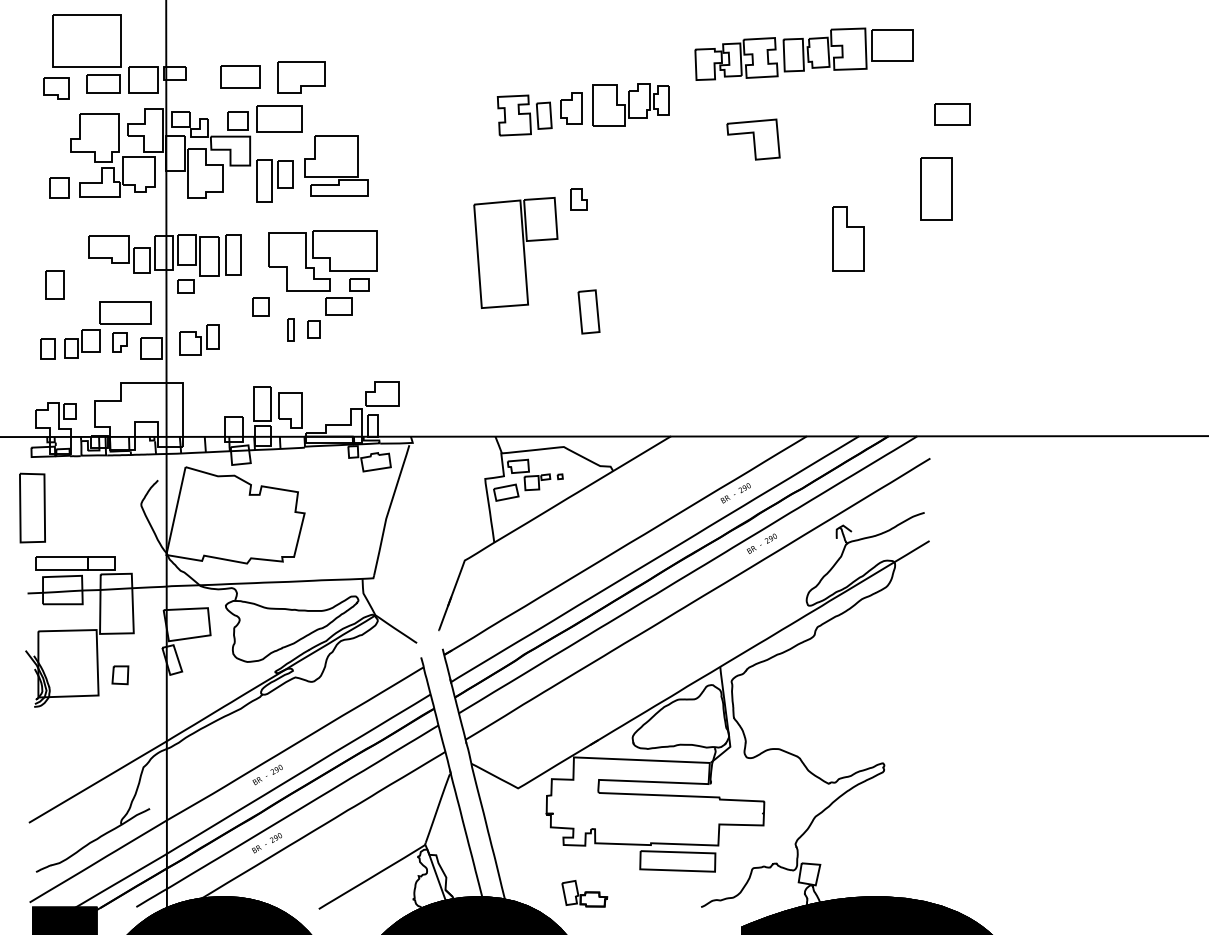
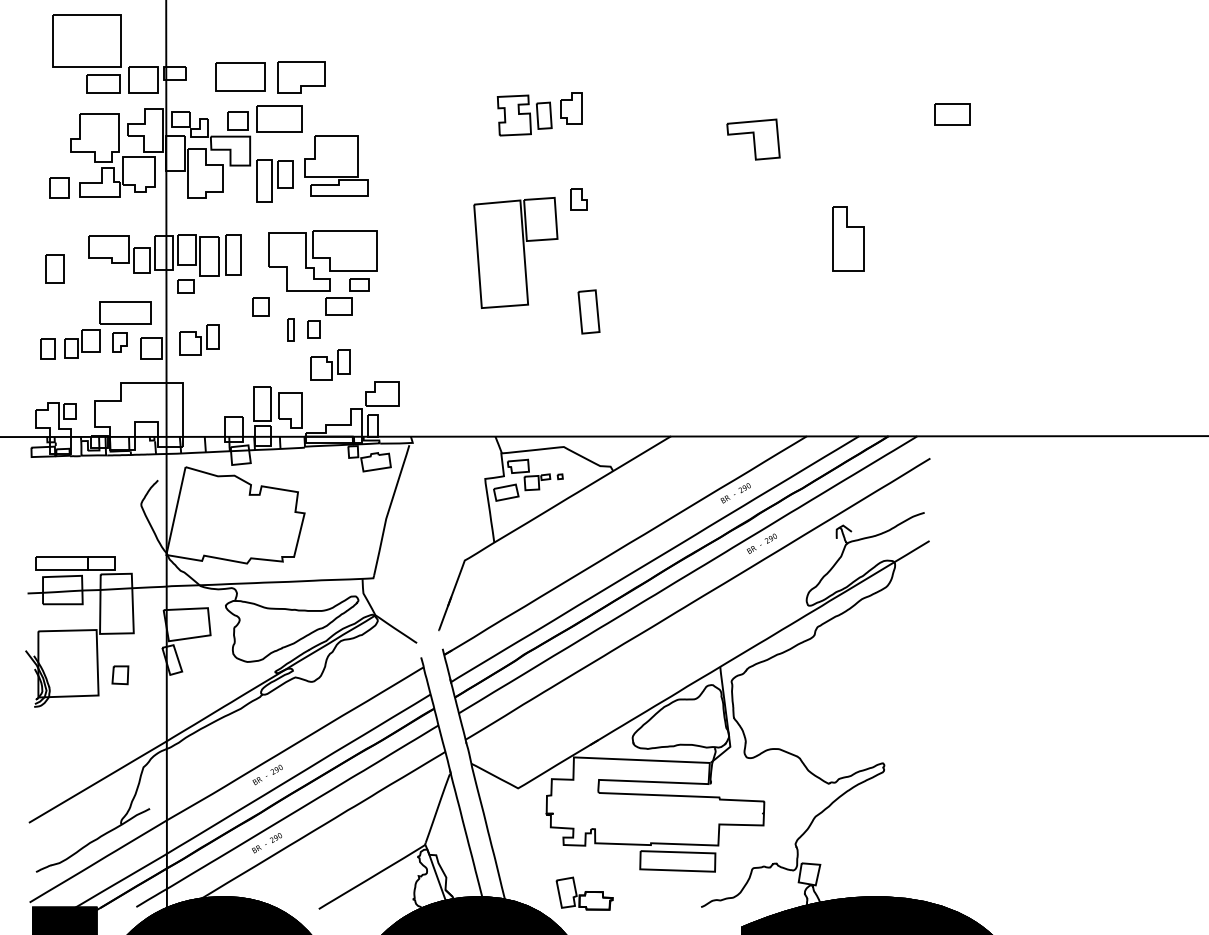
part at (803, 53): present -> none
part at (240, 76) size: 41x24 px -> 51x30 px
part at (56, 88): present -> none
part at (630, 104): present -> none
part at (936, 188): present -> none
part at (54, 284) position: (54, 284) -> (54, 268)
part at (330, 364): none -> present
part at (32, 507): present -> none
part at (584, 893) size: 48x28 px -> 59x35 px
